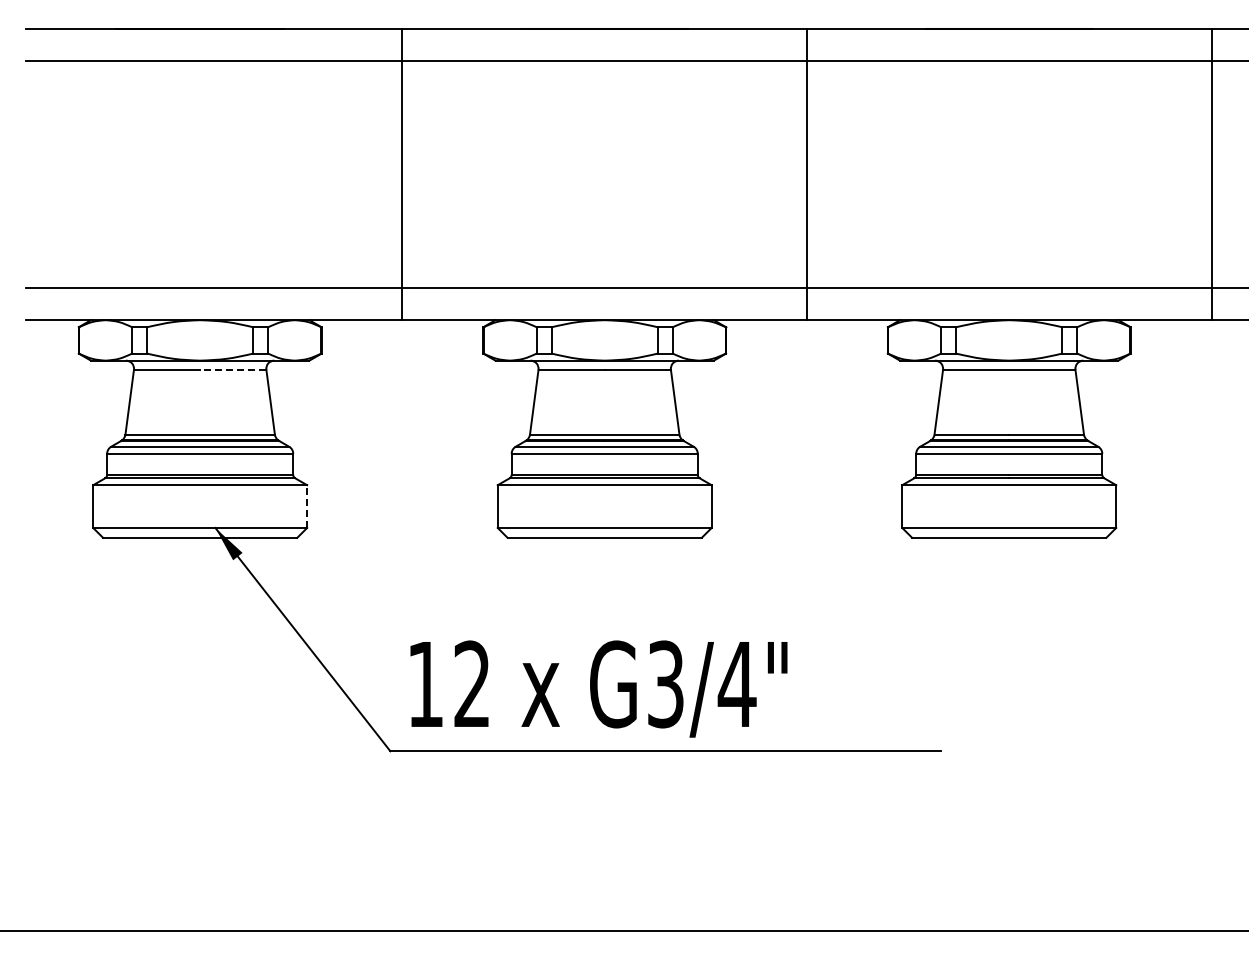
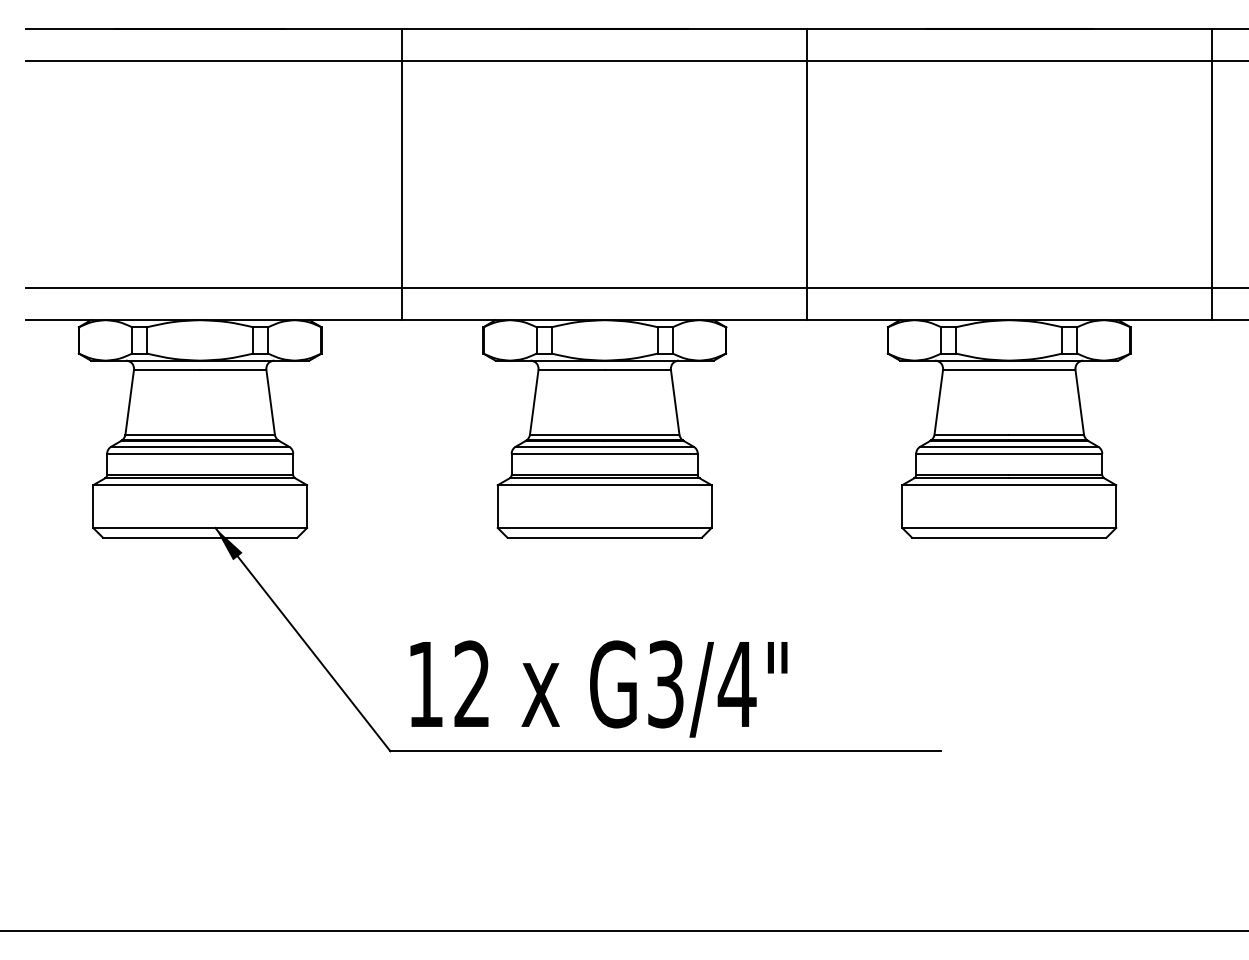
line at (232, 369): dashed -> solid
line at (307, 506): dashed -> solid
